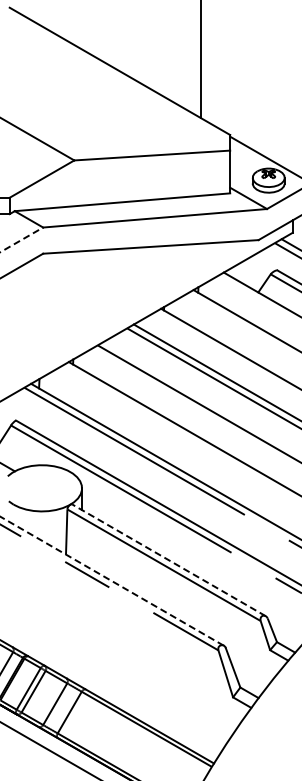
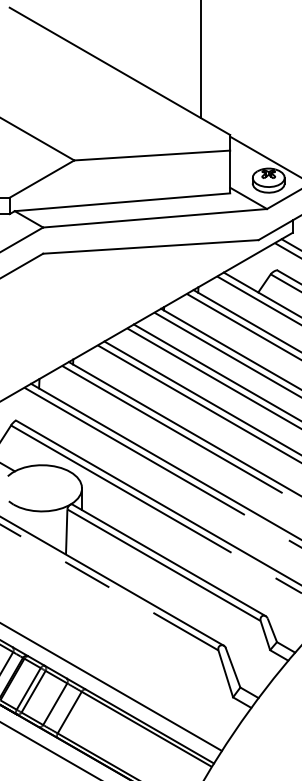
line at (21, 239): dashed -> solid
line at (257, 299): none -> present
line at (242, 325): none -> present
line at (226, 353): none -> present
line at (201, 397): none -> present
line at (180, 433): none -> present
line at (168, 560): dashed -> solid
line at (112, 581): dashed -> solid
line at (111, 687): none -> present
